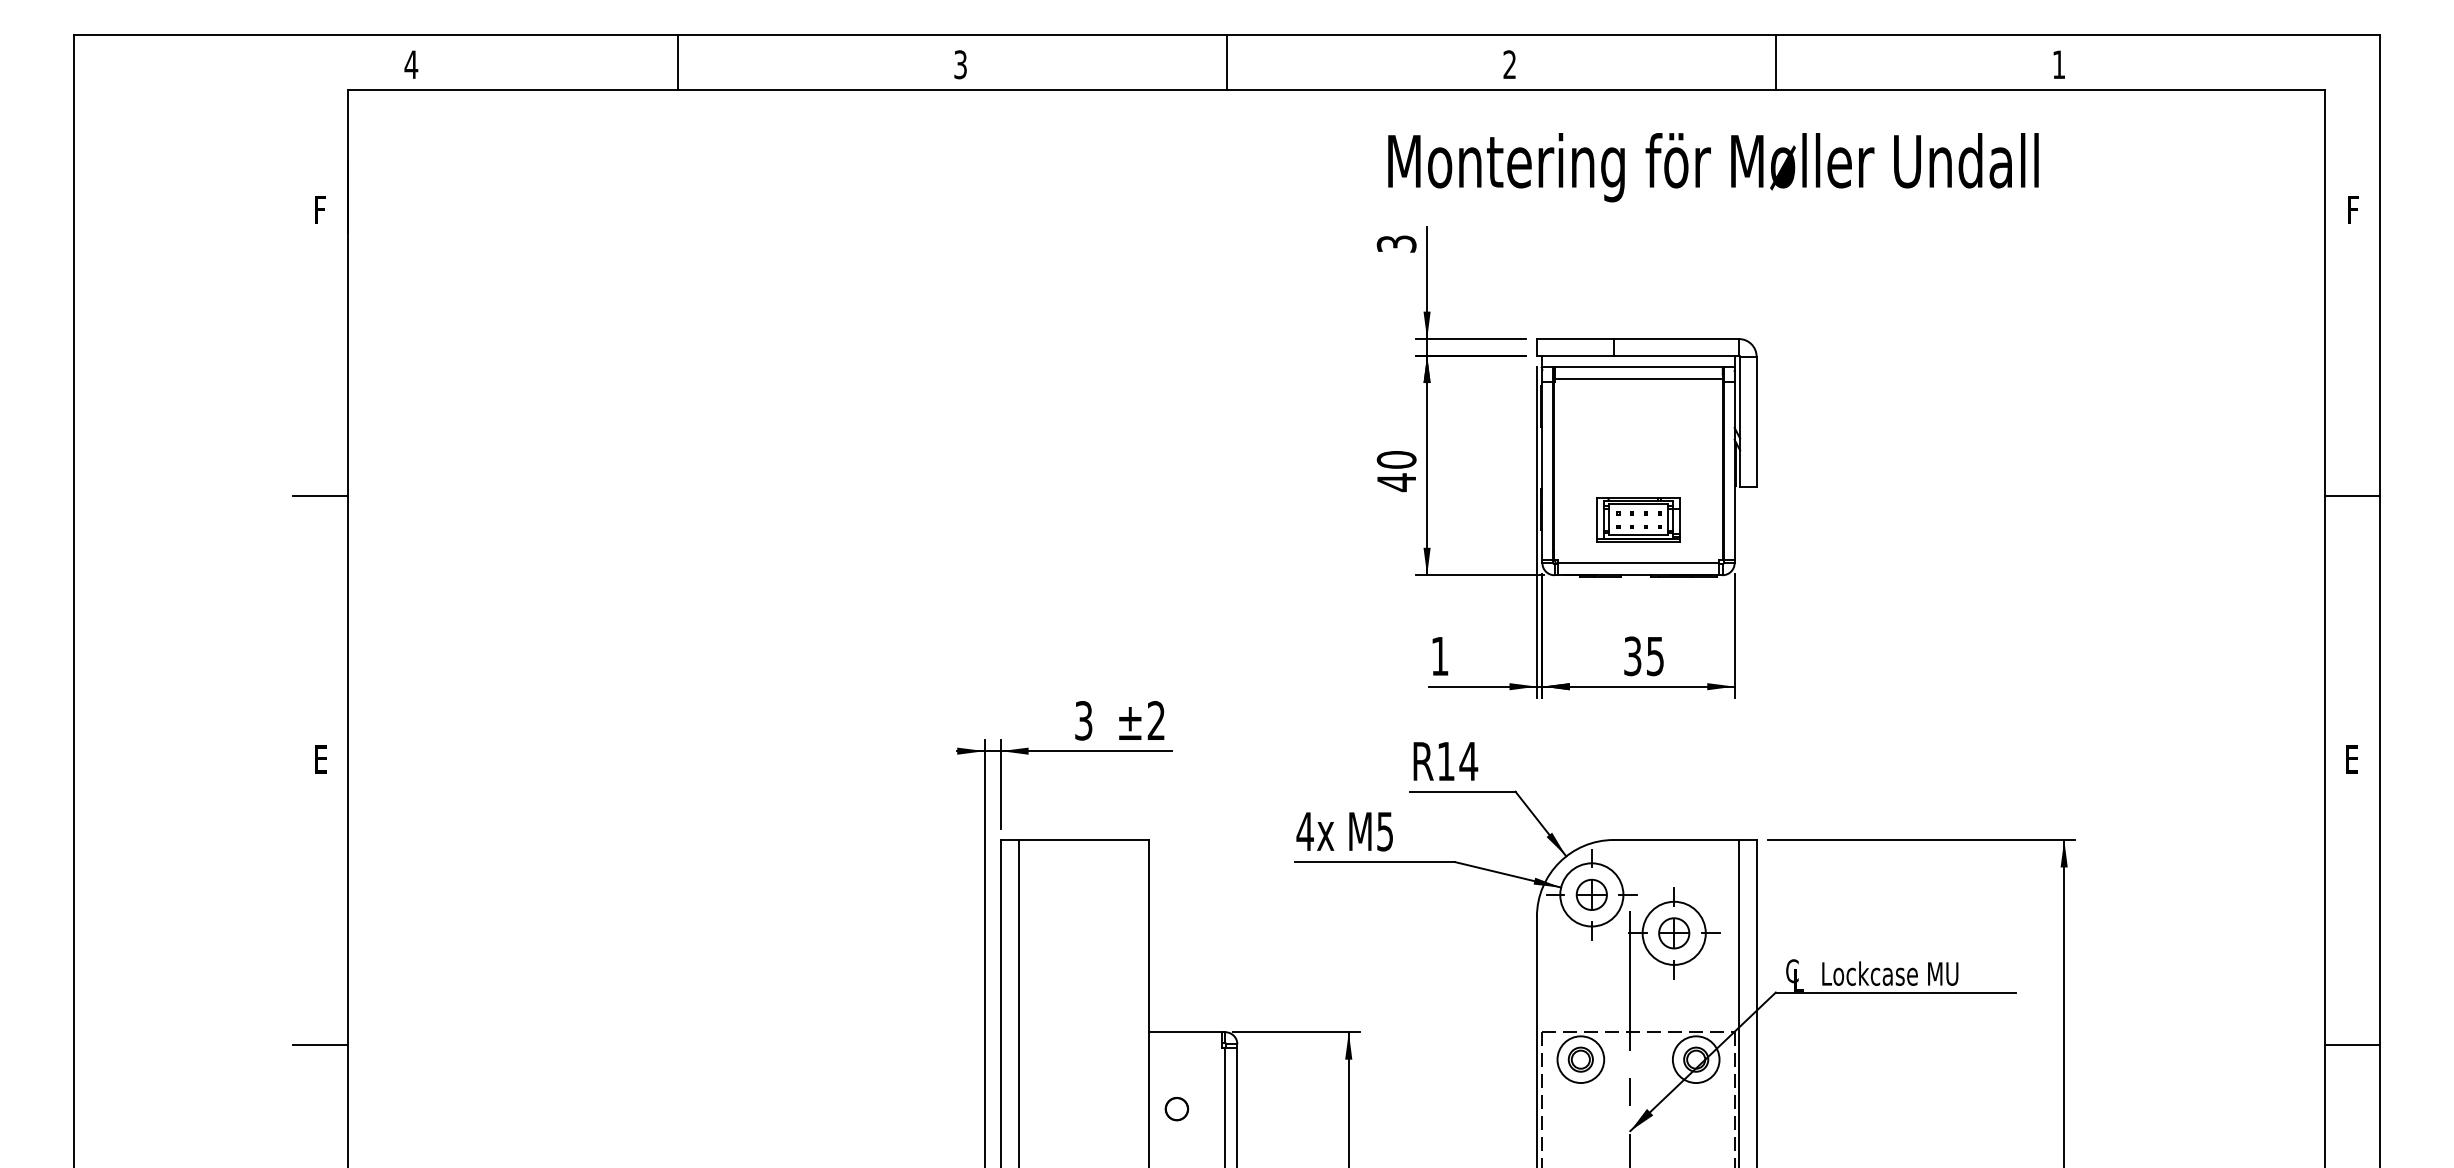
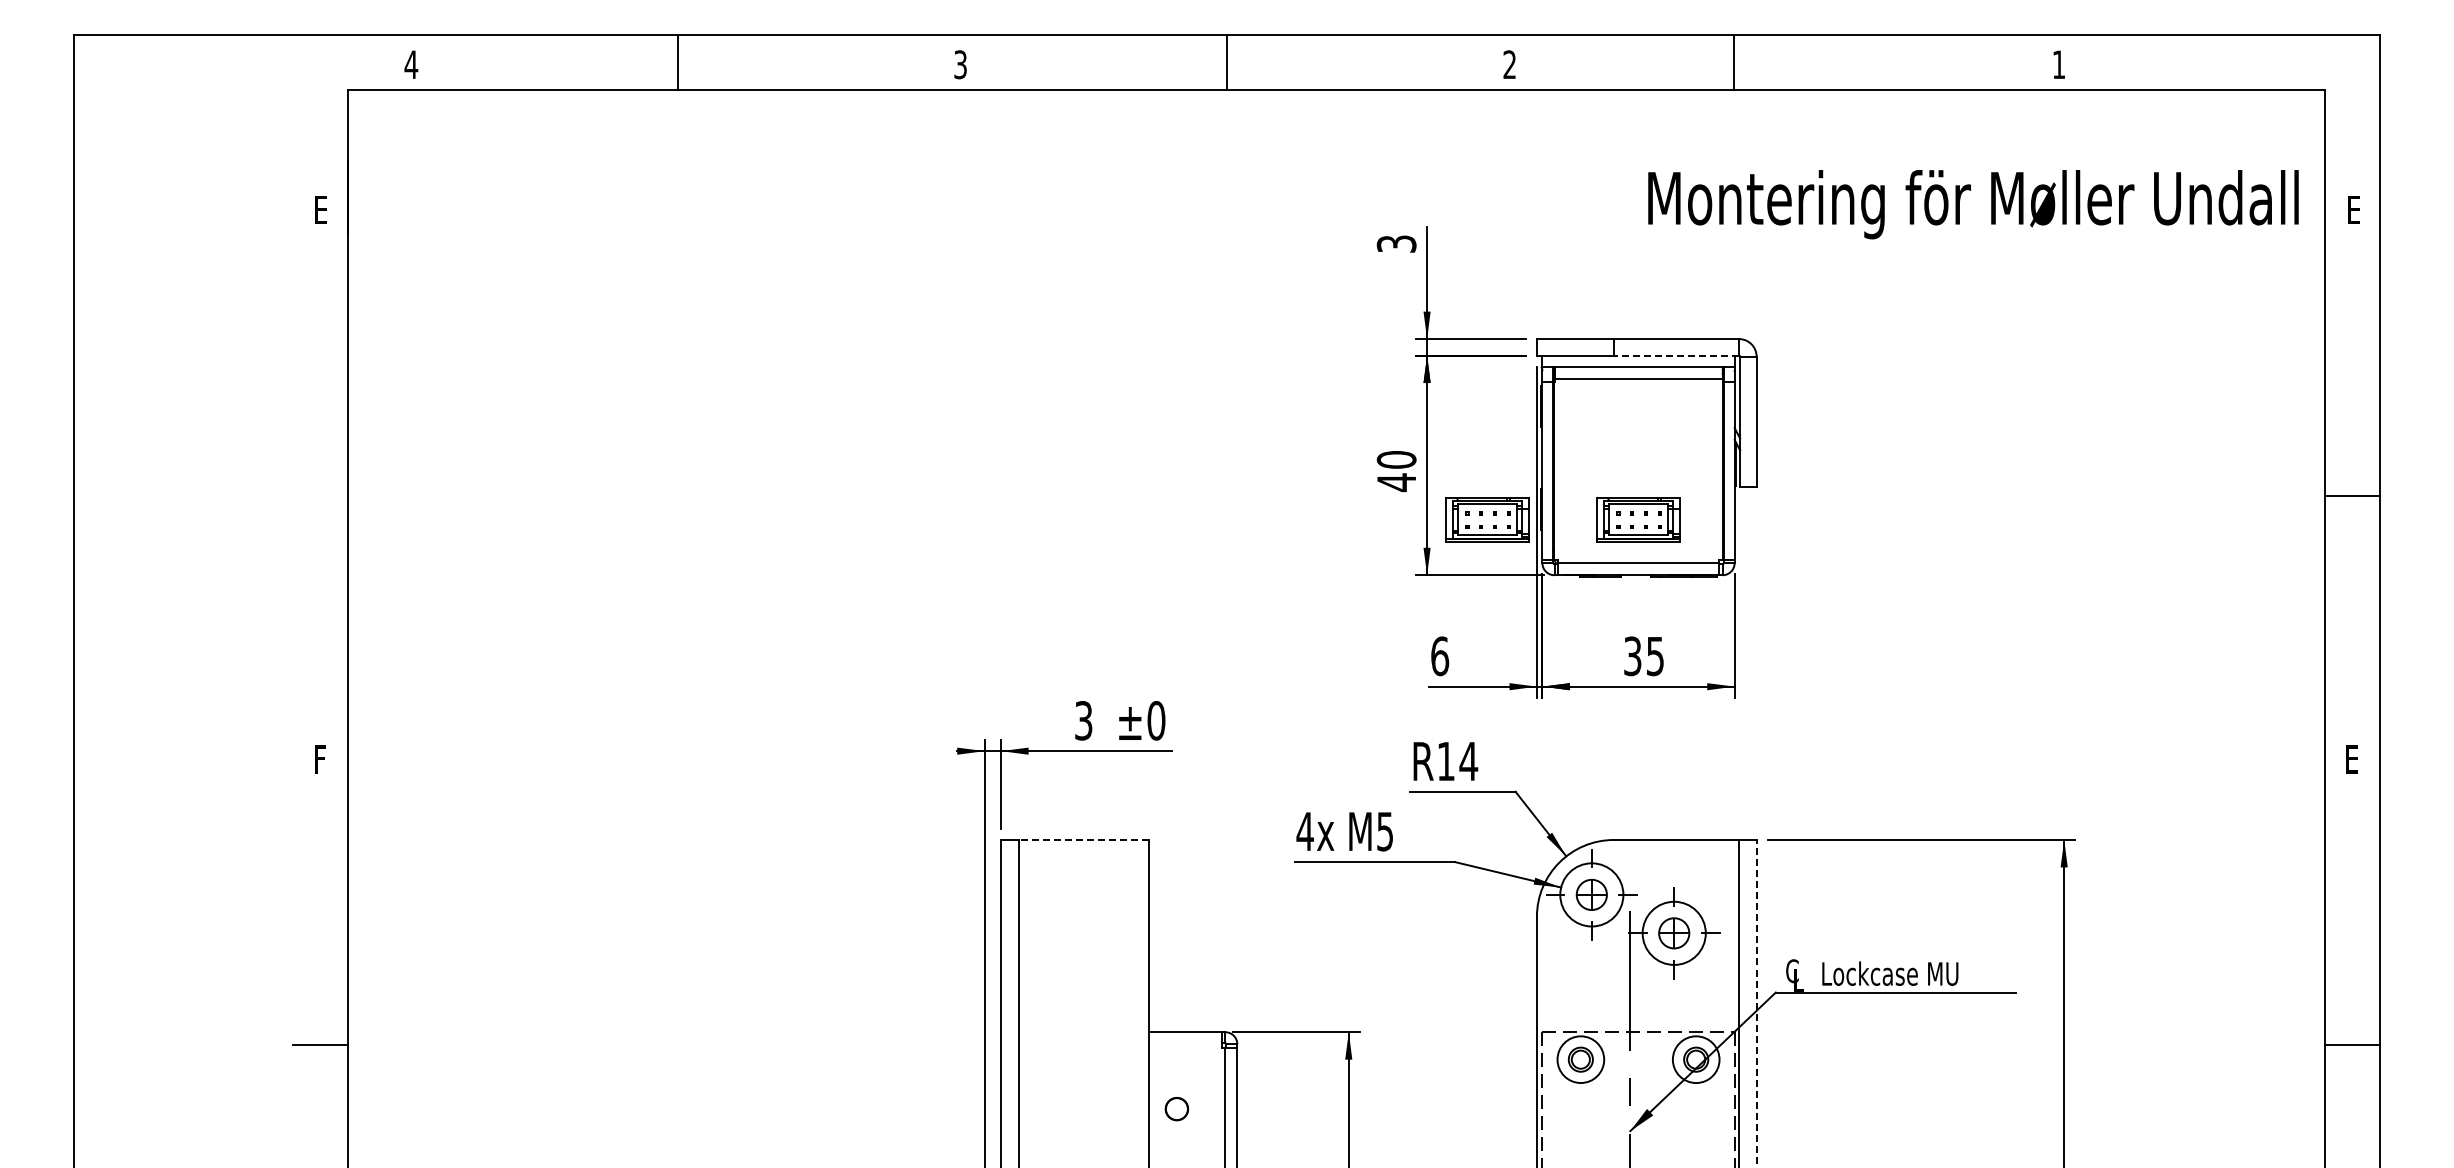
line at (1776, 61) position: (1776, 61) -> (1734, 61)
text at (1713, 167) position: (1713, 167) -> (1973, 204)
text at (322, 209): F -> E
text at (2355, 209): F -> E
line at (1676, 355): solid -> dashed
line at (320, 496): present -> none
part at (1487, 519): none -> present
text at (1440, 656): 1 -> 6
text at (1156, 720): ±2 -> ±0
text at (322, 759): E -> F
line at (1083, 839): solid -> dashed
line at (1756, 1003): solid -> dashed
